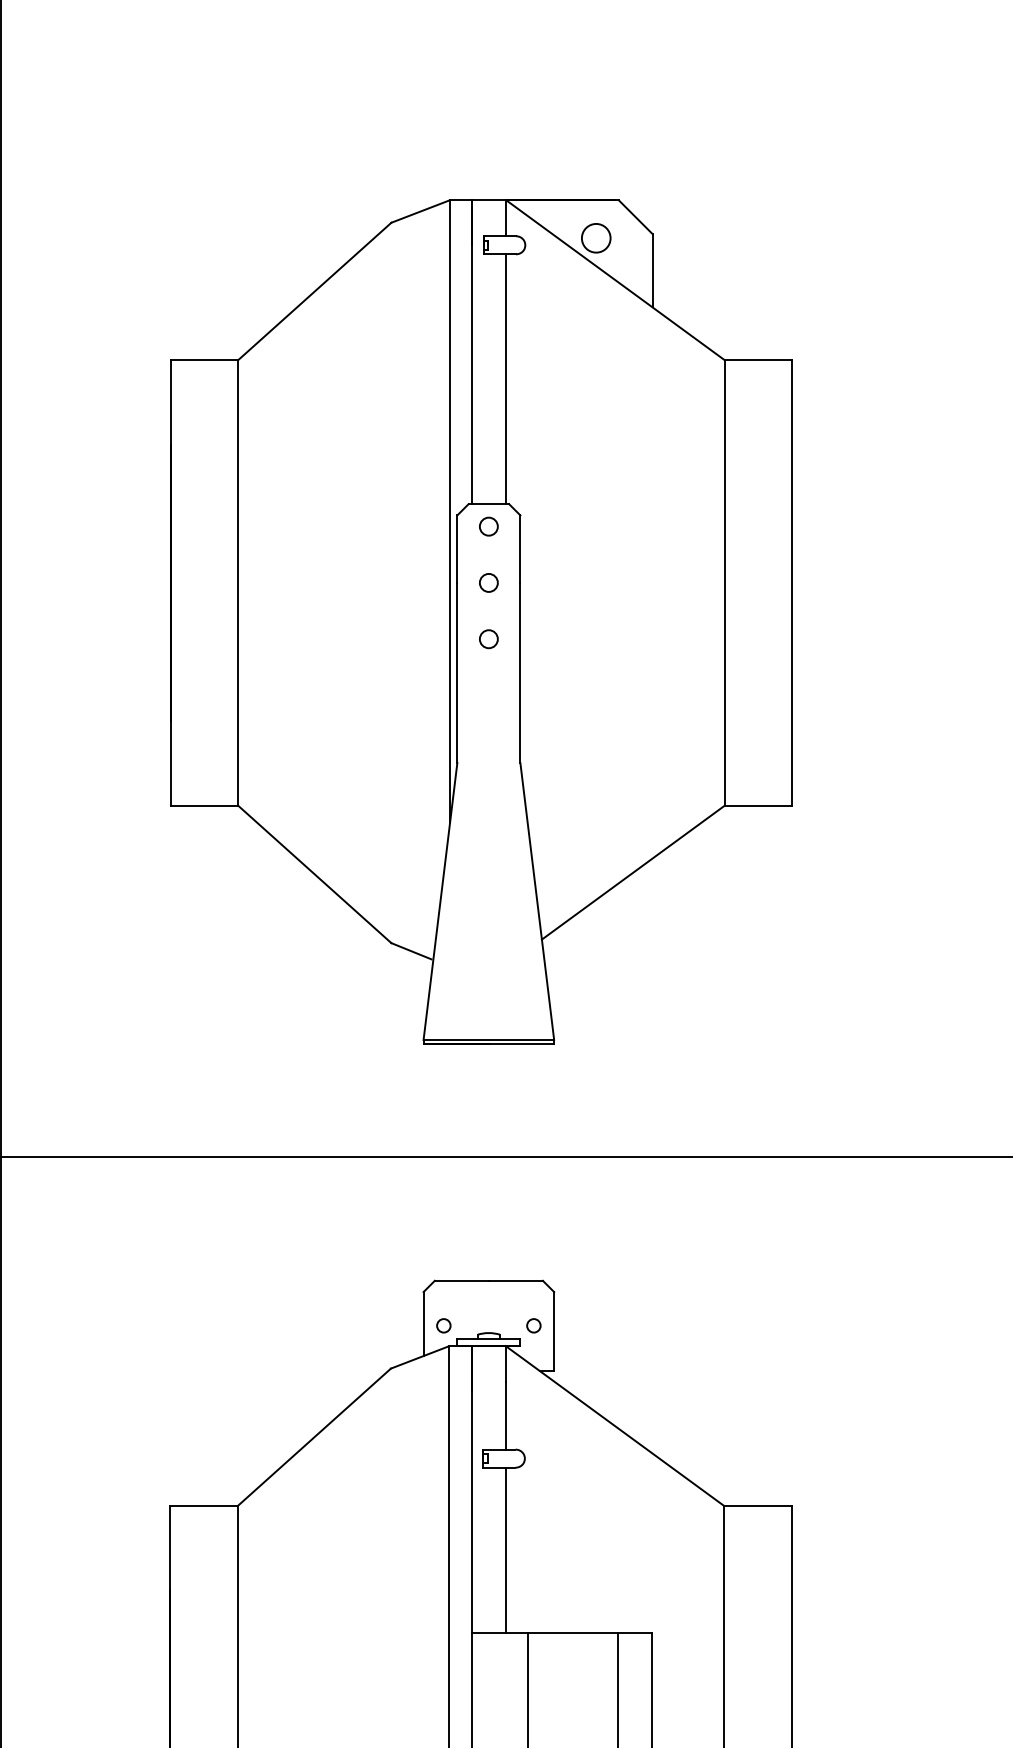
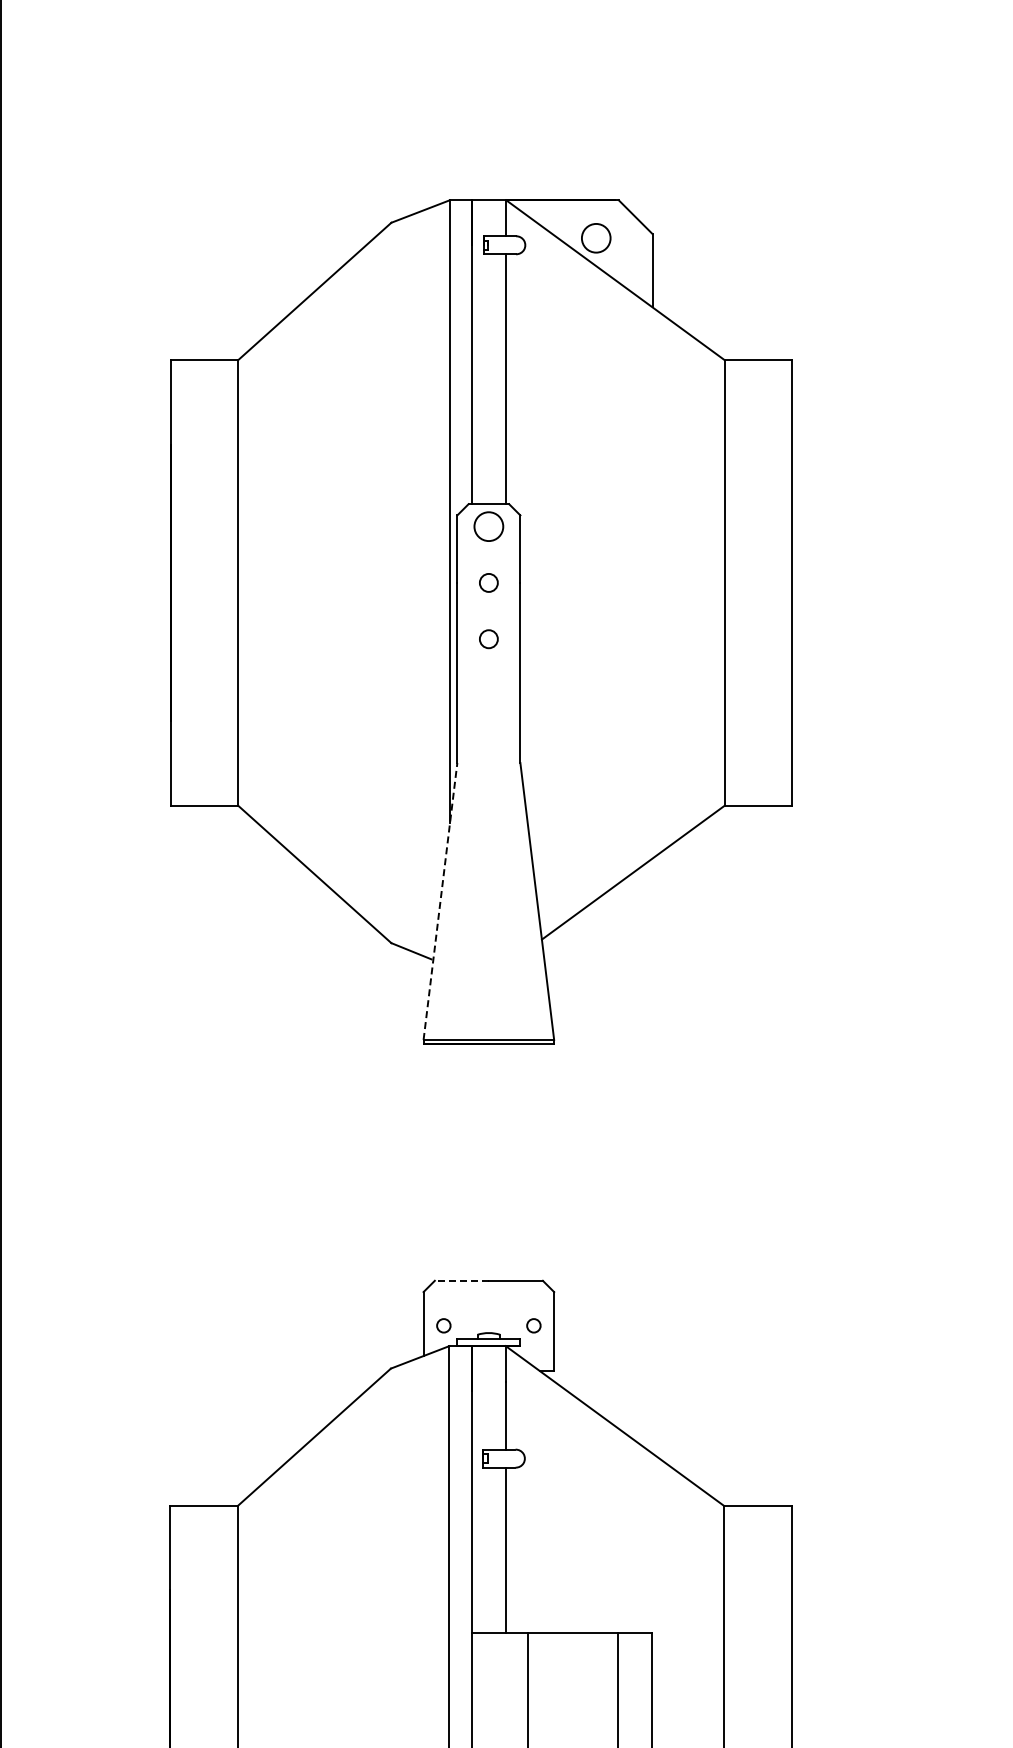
circle at (488, 526) diameter: 18 px -> 29 px
line at (440, 900): solid -> dashed
line at (505, 1157): present -> none
line at (461, 1280): solid -> dashed
